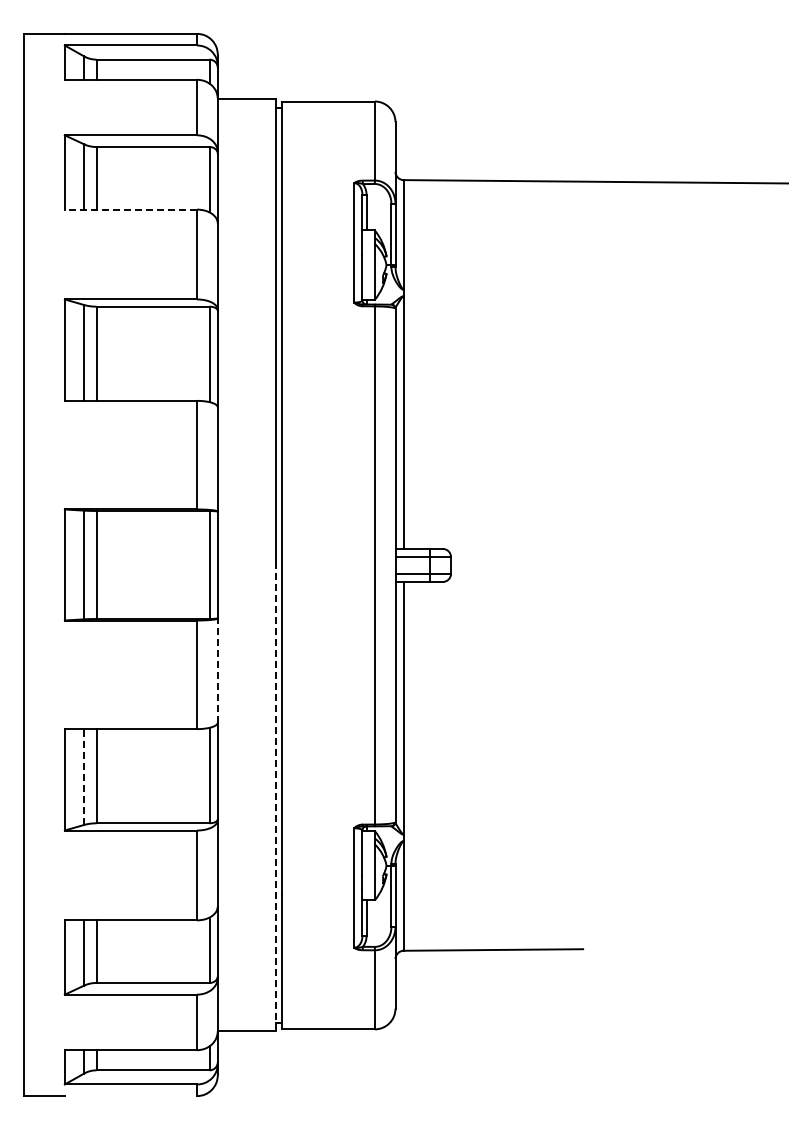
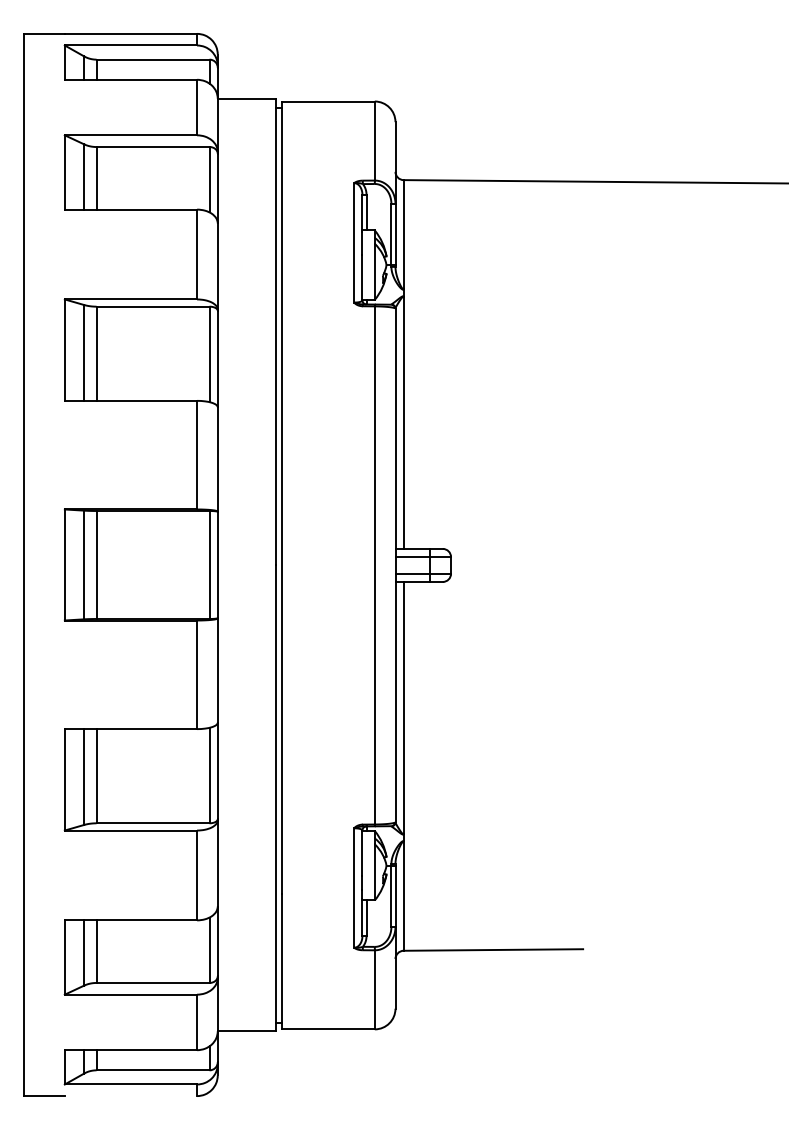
line at (130, 209): dashed -> solid
line at (217, 670): dashed -> solid
line at (84, 777): dashed -> solid
line at (275, 798): dashed -> solid
